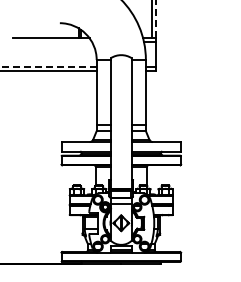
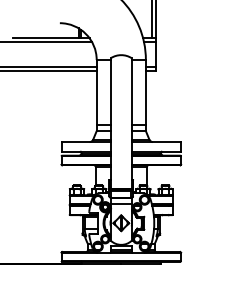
line at (156, 19): dashed -> solid
line at (47, 42): none -> present
line at (48, 66): dashed -> solid
